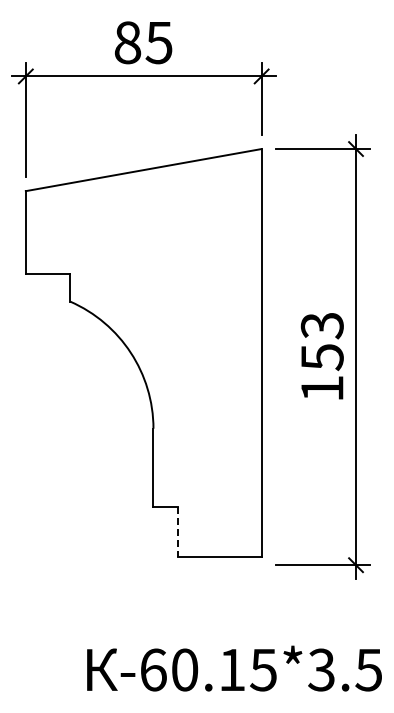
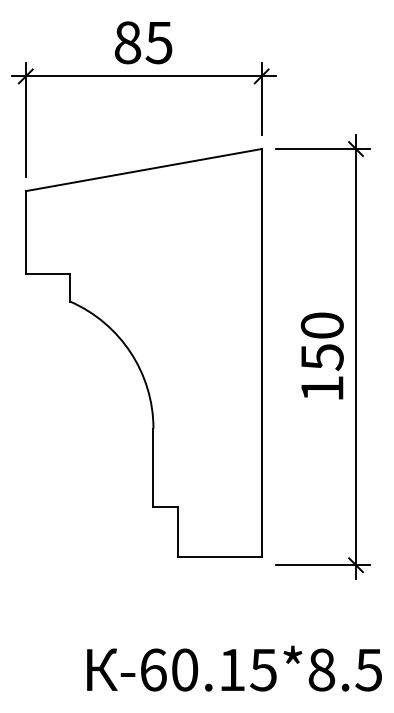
text at (321, 325): 153 -> 150
line at (178, 531): dashed -> solid
text at (321, 669): -60.15*3.5 -> -60.15*8.5
